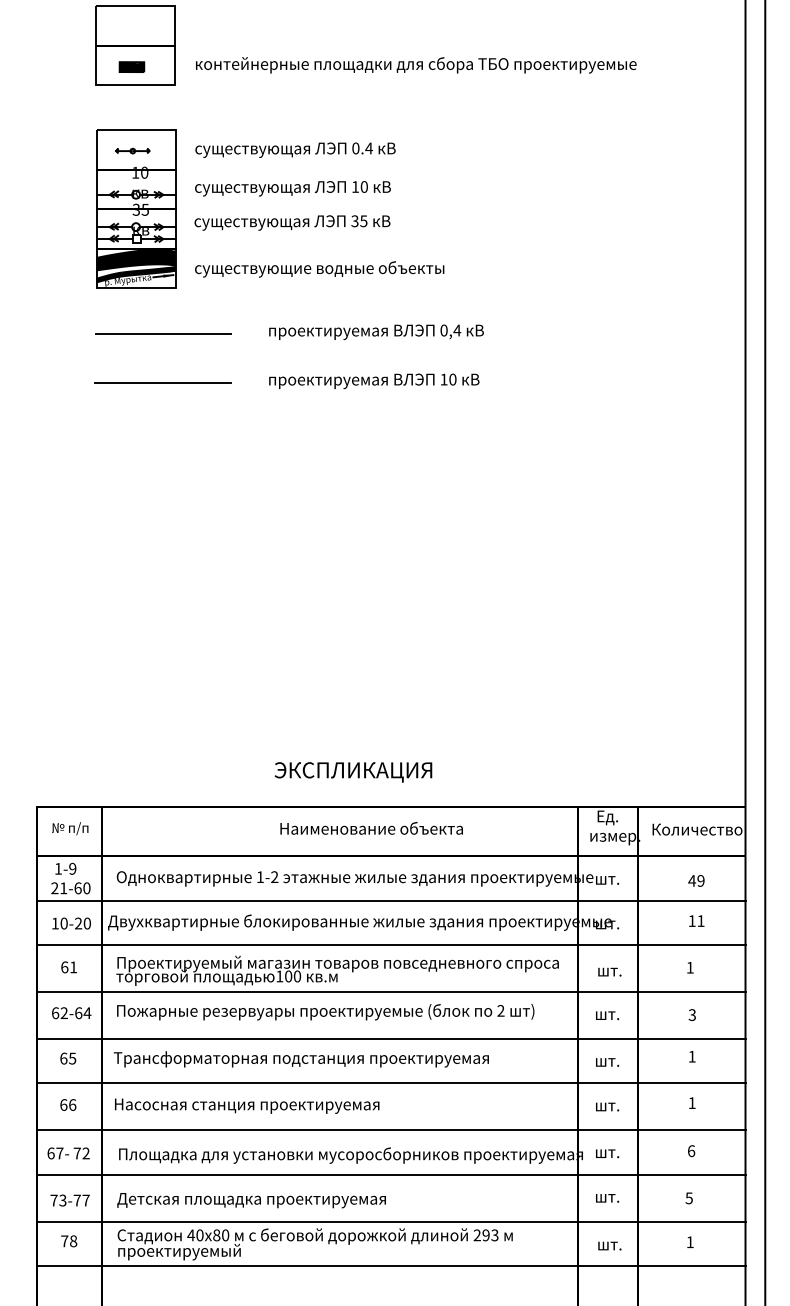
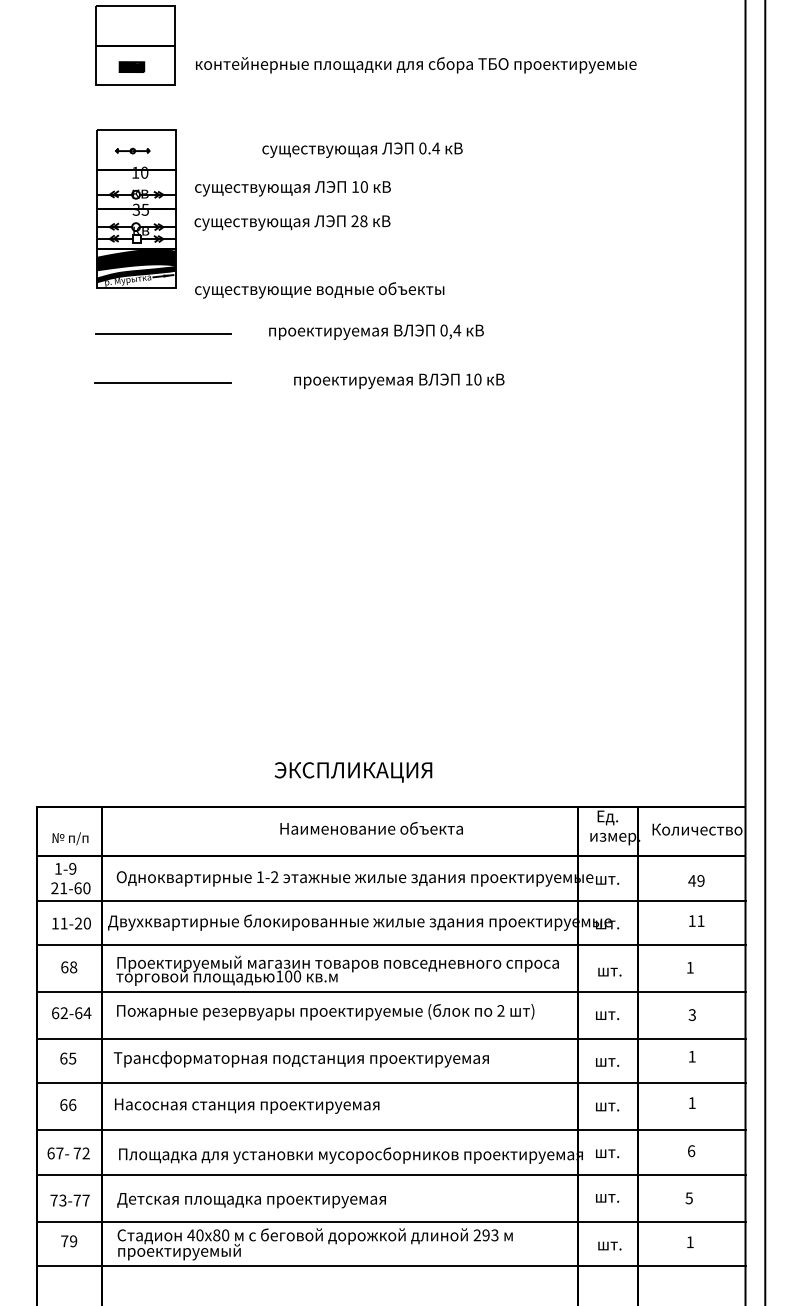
text at (295, 149) position: (295, 149) -> (362, 149)
text at (359, 221): 35 -> 28
text at (319, 269) position: (319, 269) -> (319, 290)
text at (374, 381) position: (374, 381) -> (399, 381)
text at (70, 828) position: (70, 828) -> (70, 838)
text at (63, 923): 10-20 -> 11-20
text at (73, 967): 61 -> 68
text at (73, 1241): 78 -> 79
